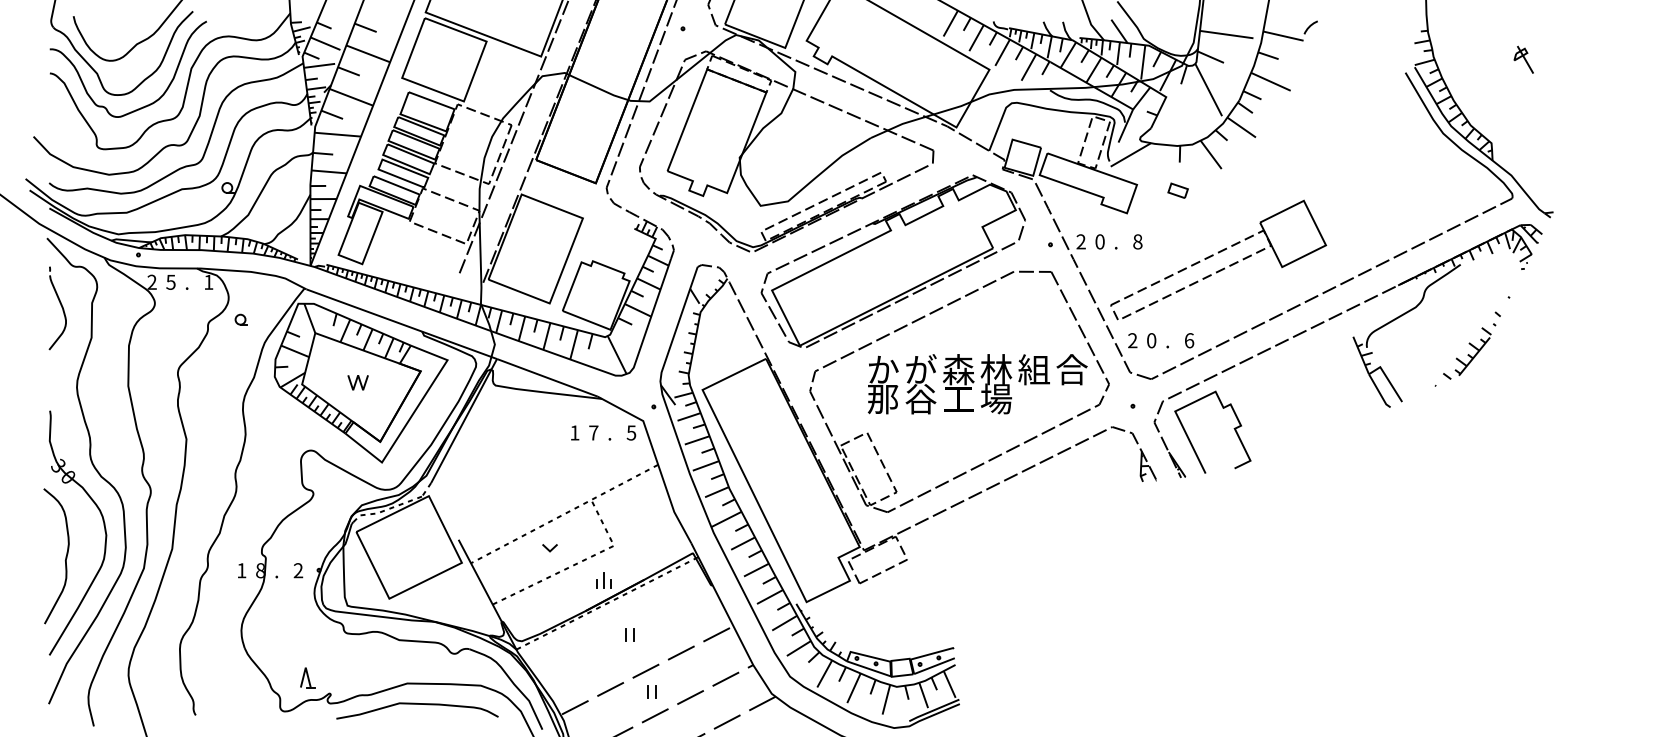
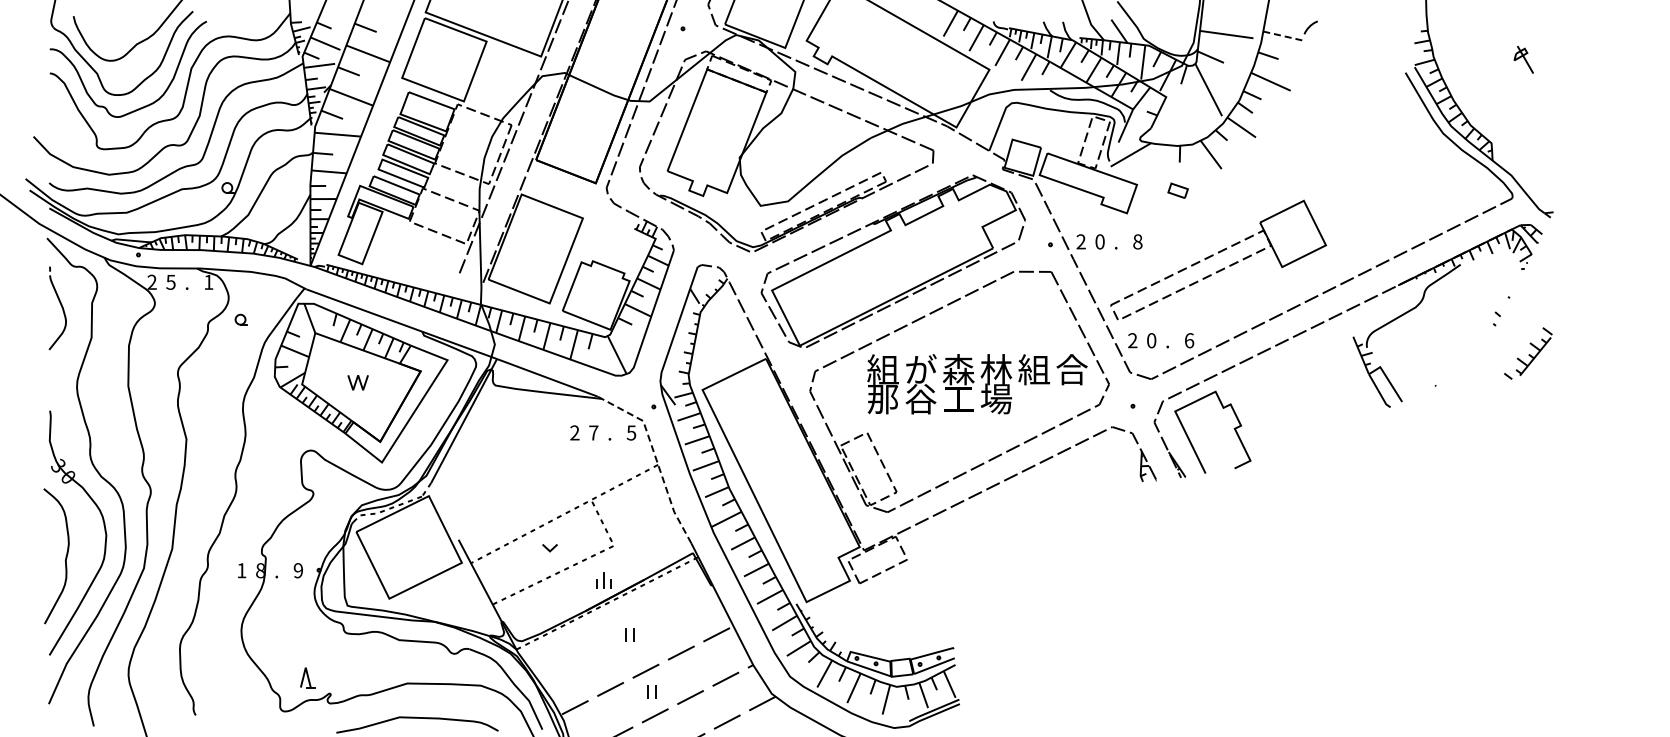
line at (1283, 36): solid -> dashed
part at (1467, 353) position: (1467, 353) -> (1528, 353)
text at (882, 369): か -> 組
text at (574, 432): 1 -> 2
line at (656, 458): solid -> dashed
text at (298, 570): 2 -> 9
curve at (417, 704) position: (417, 704) -> (417, 718)
